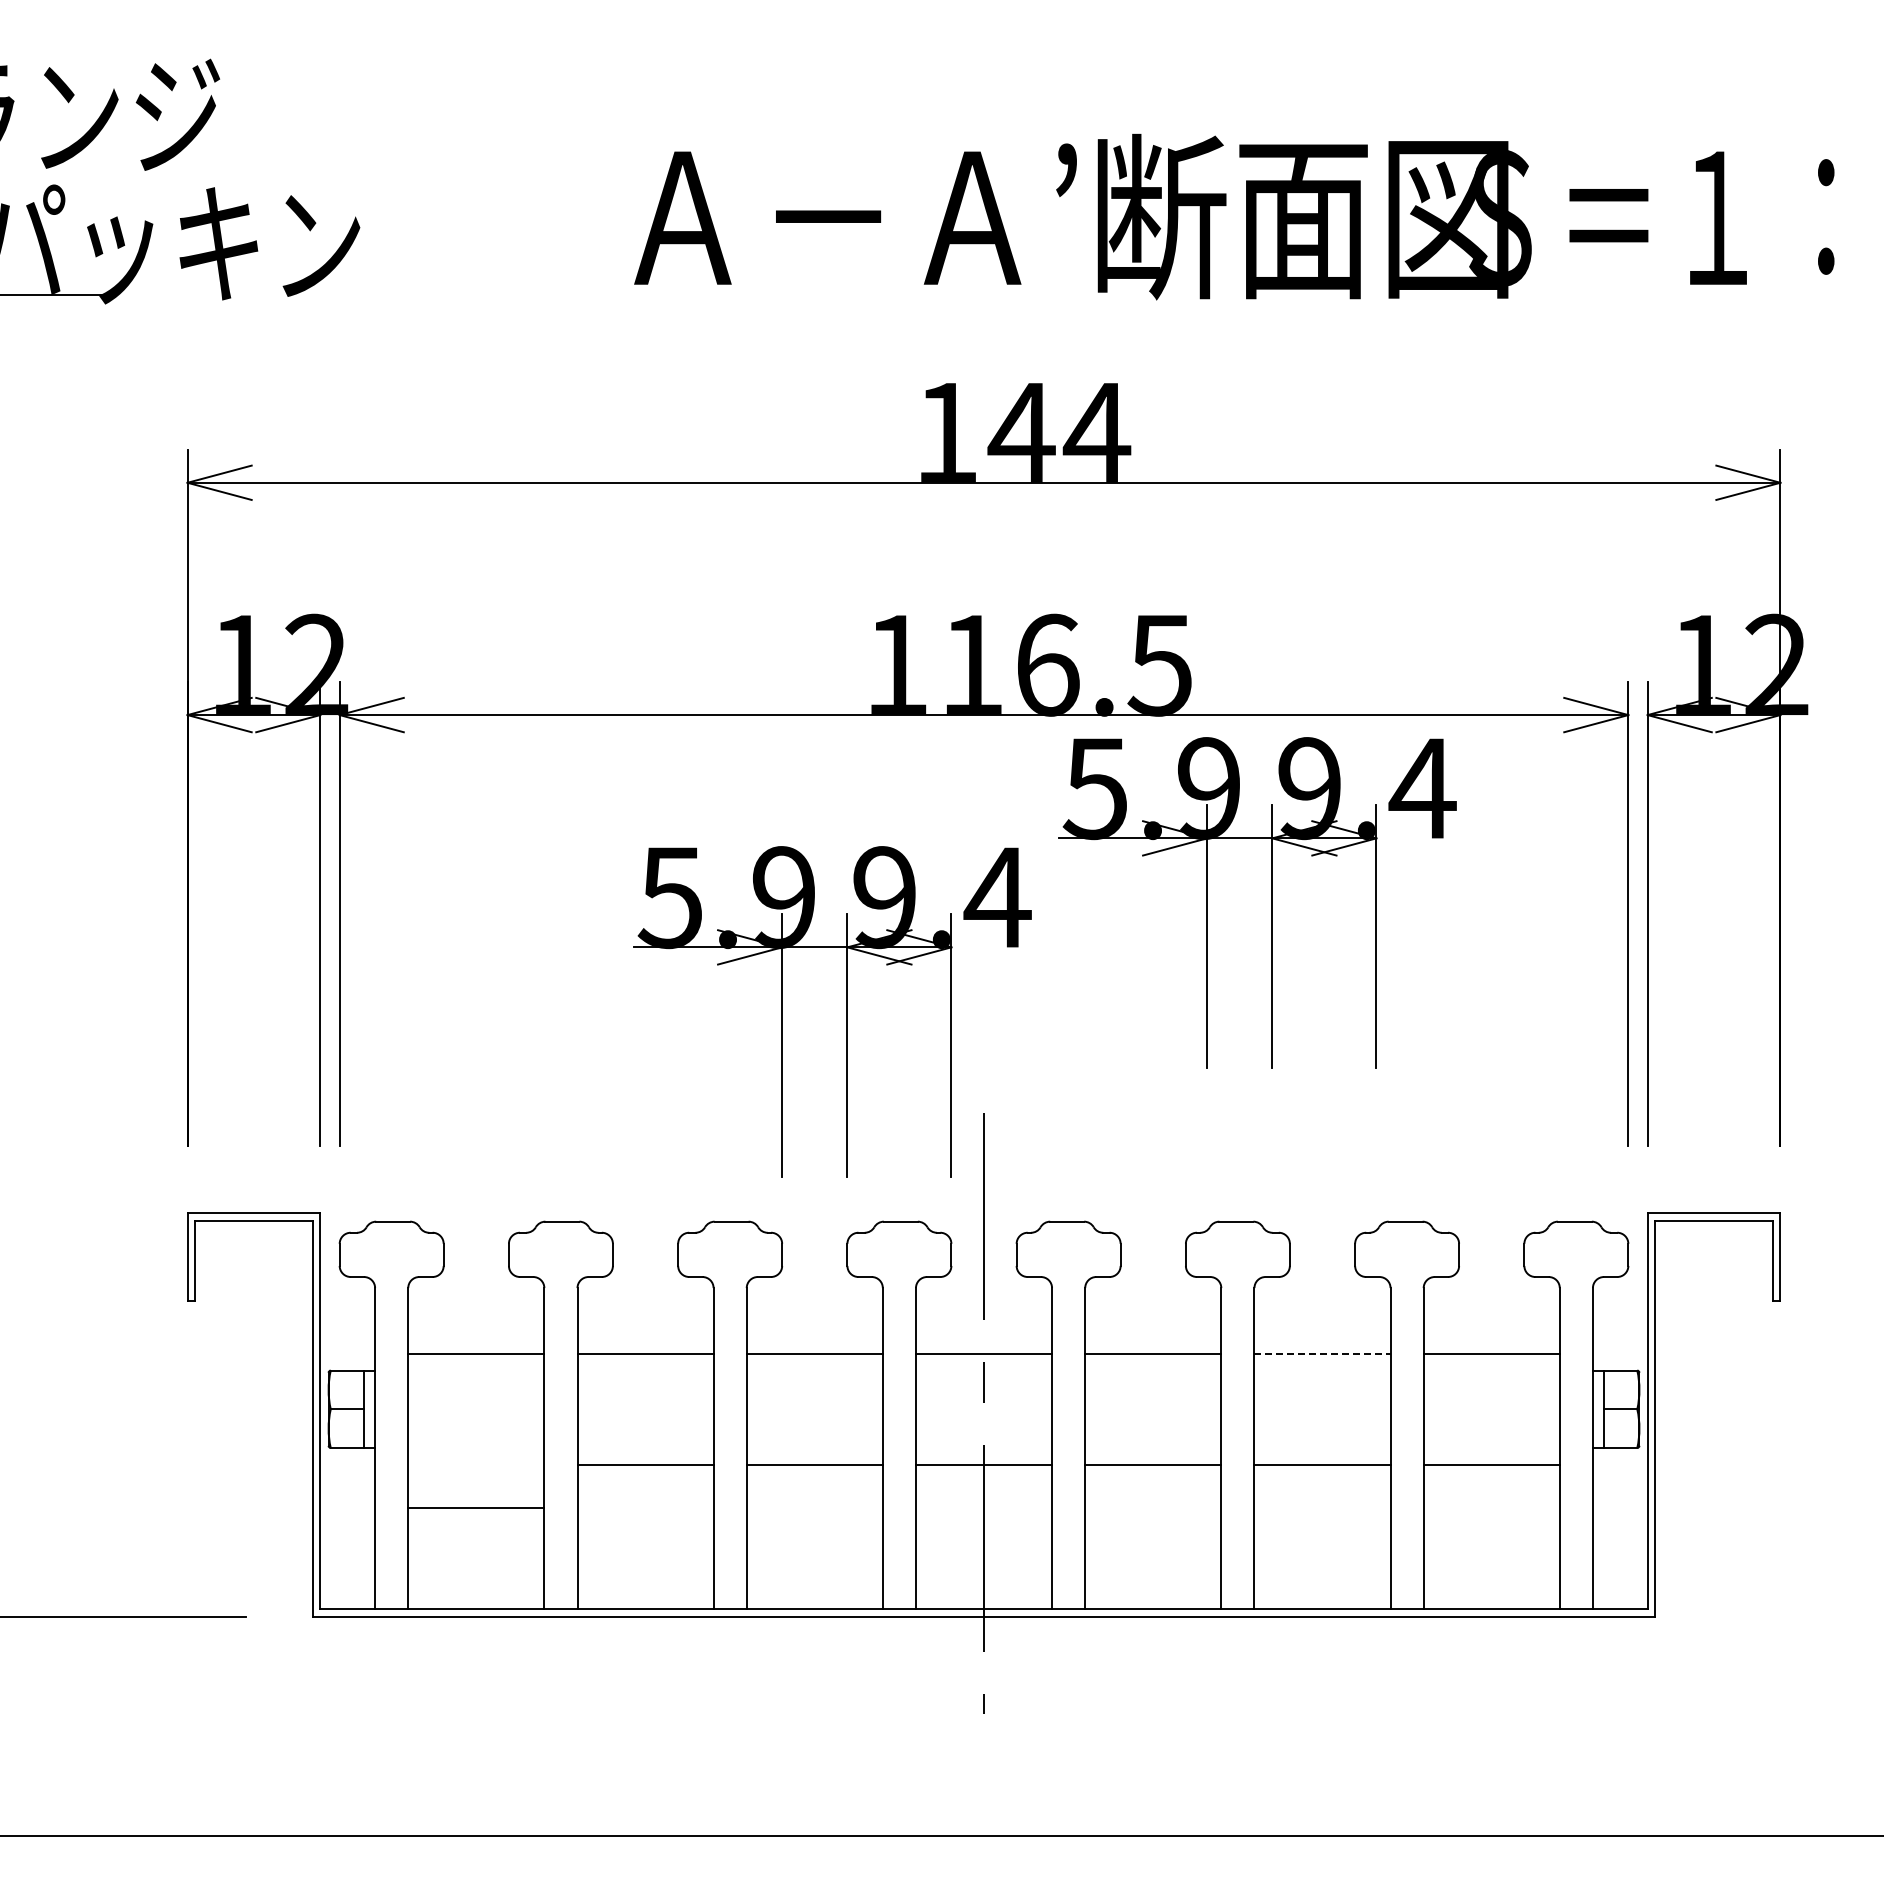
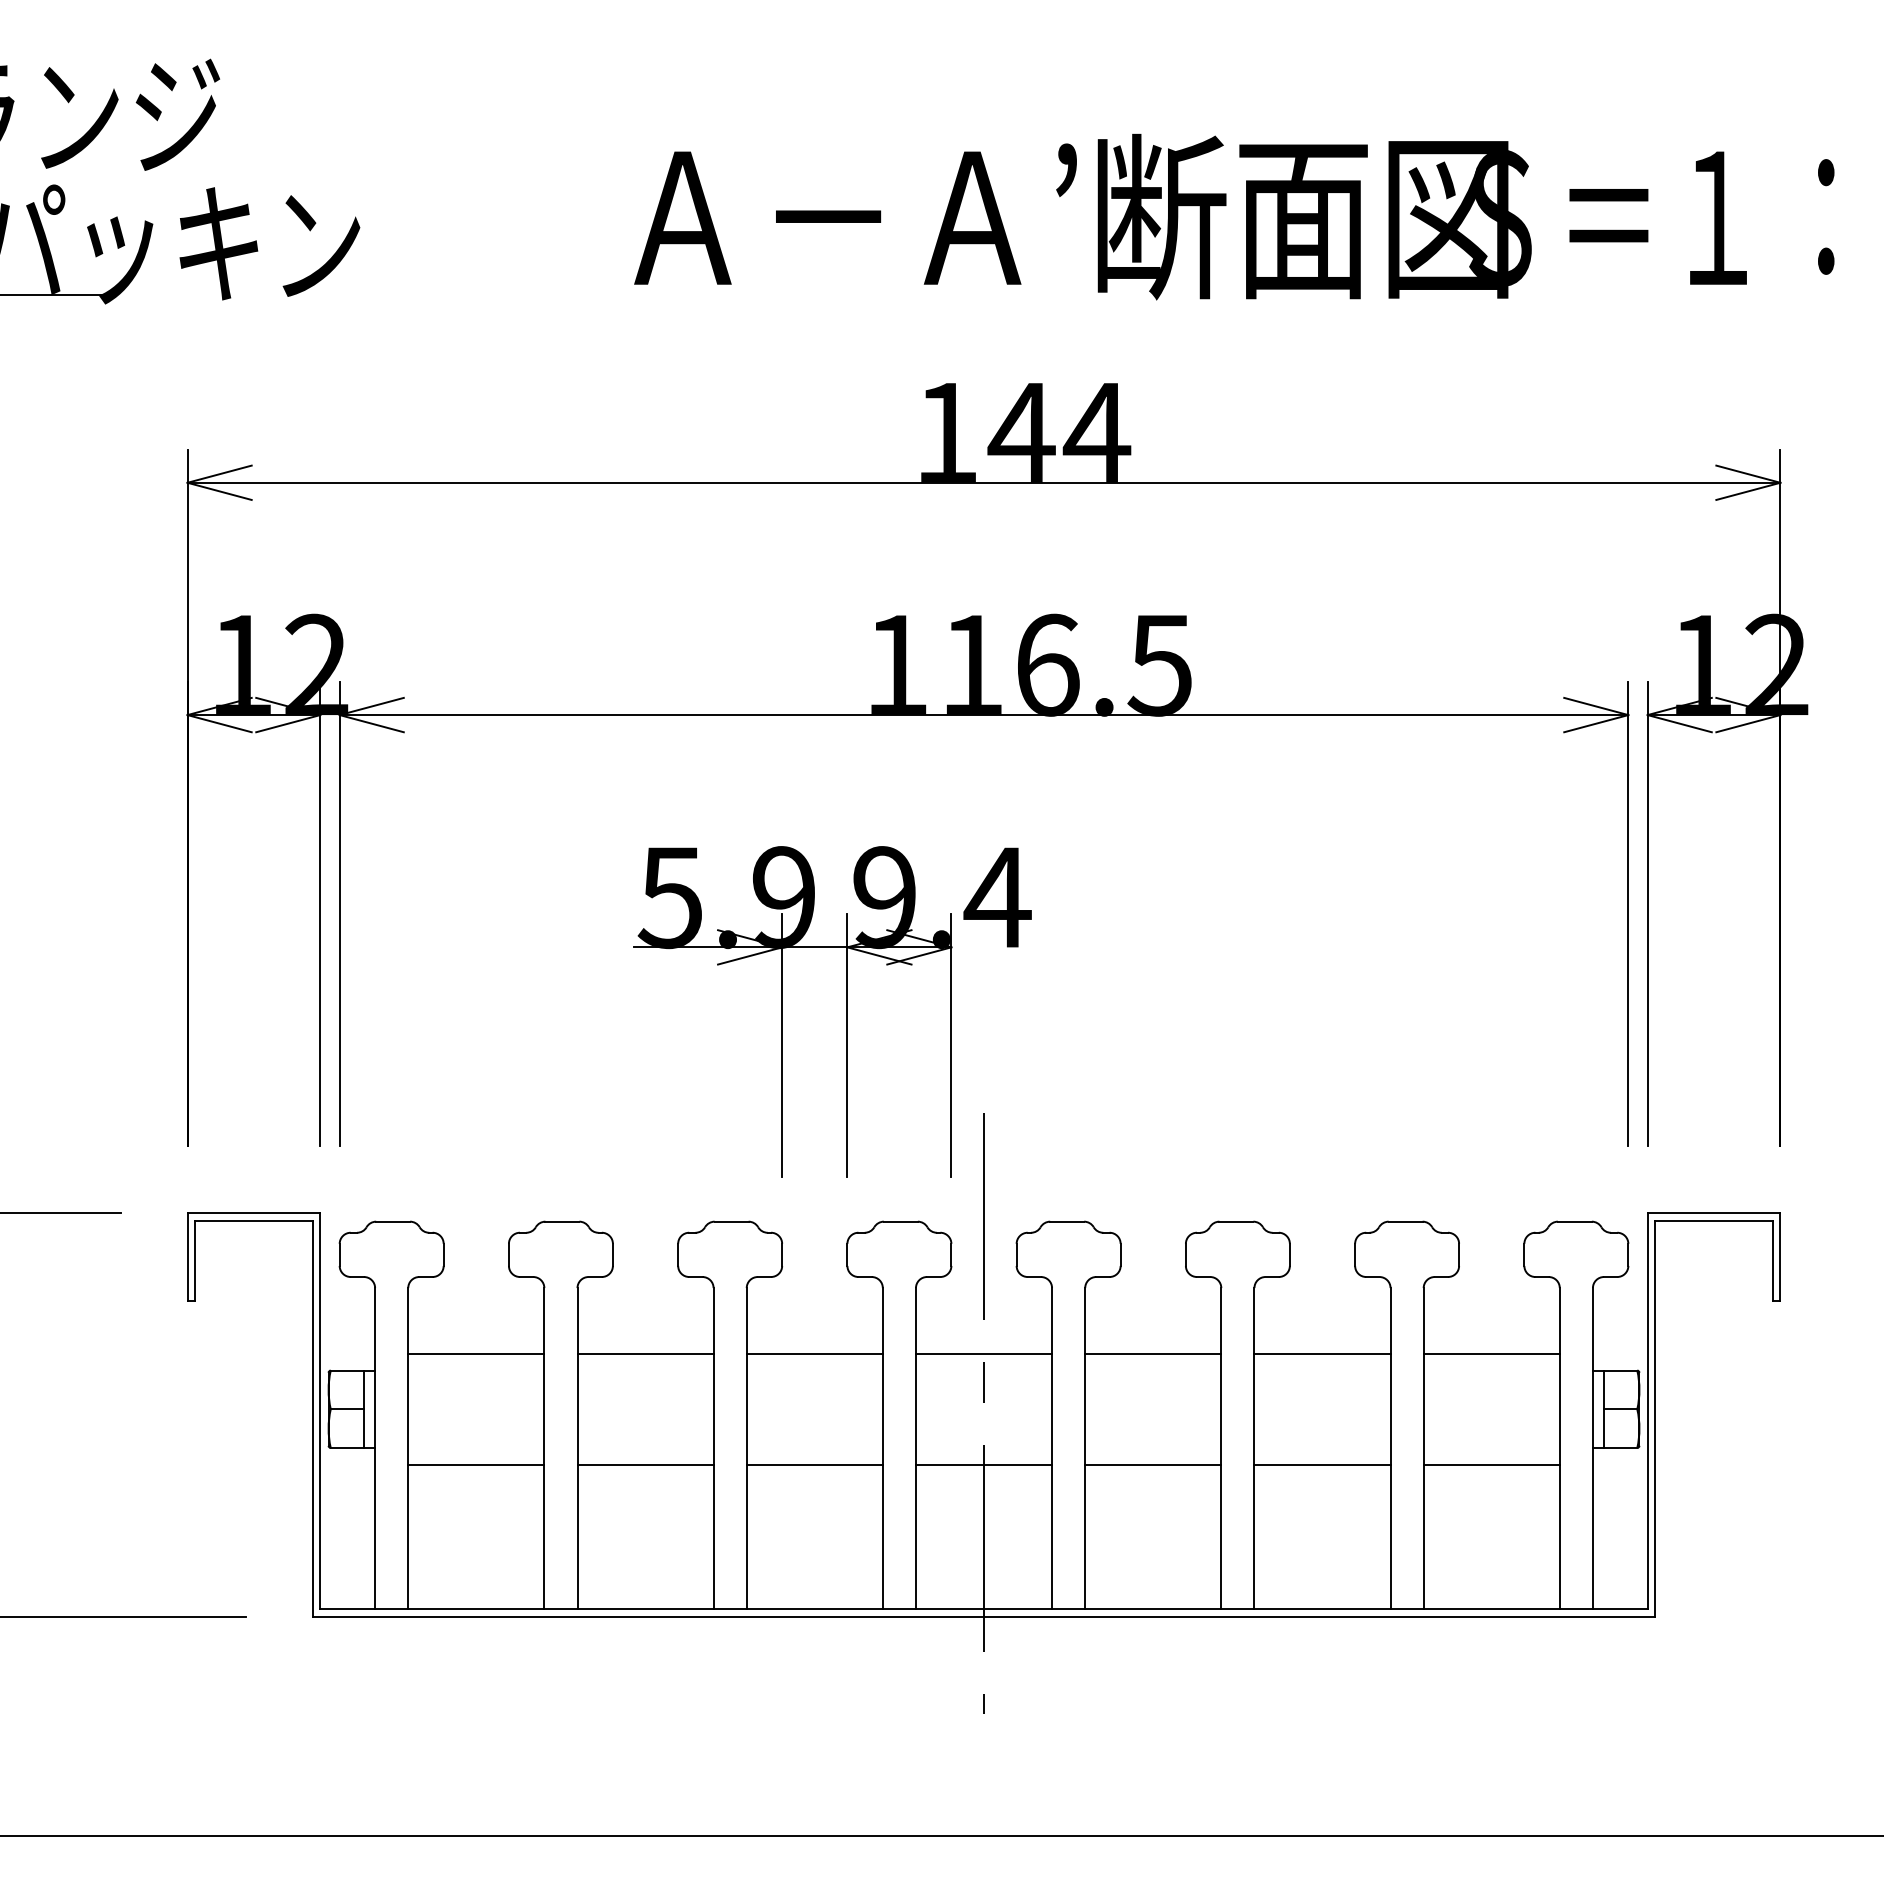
part at (1271, 902): present -> none
line at (61, 1212): none -> present
line at (1322, 1353): dashed -> solid
line at (476, 1507) position: (476, 1507) -> (476, 1464)
